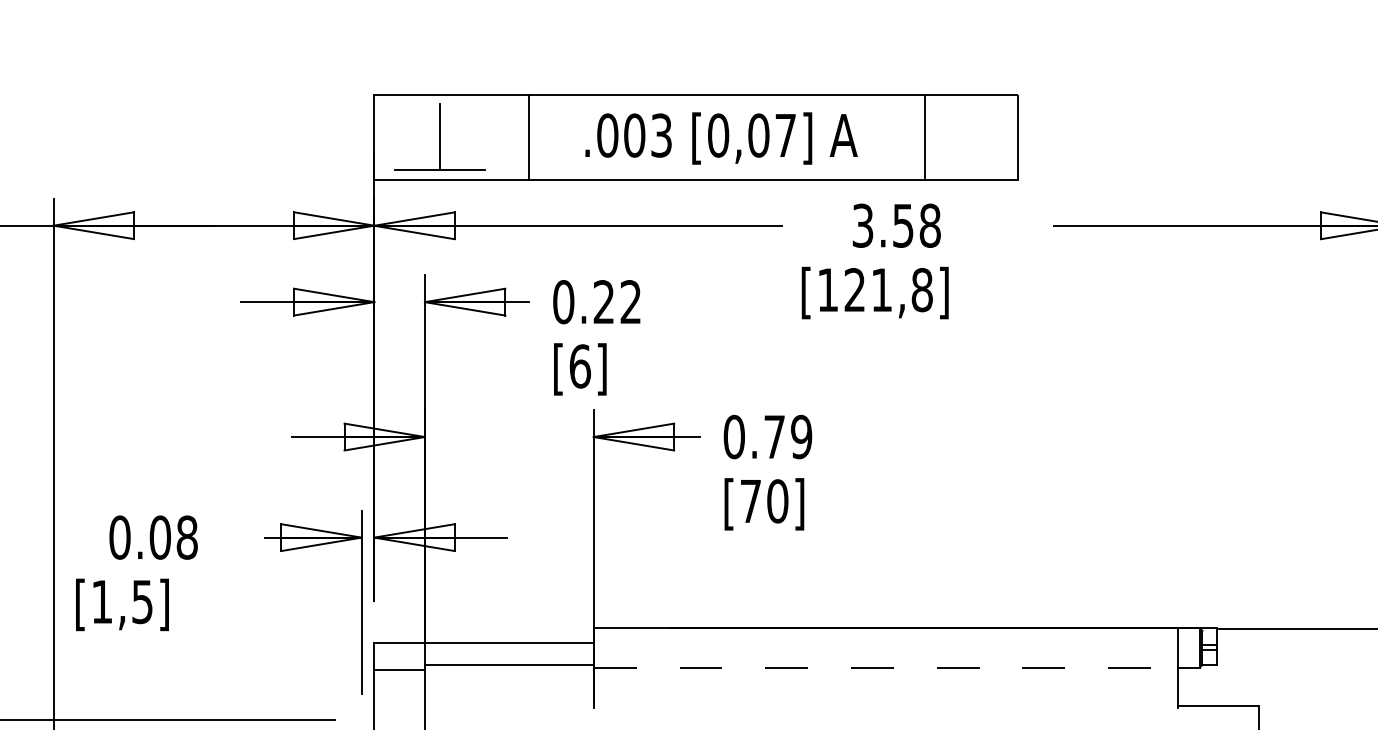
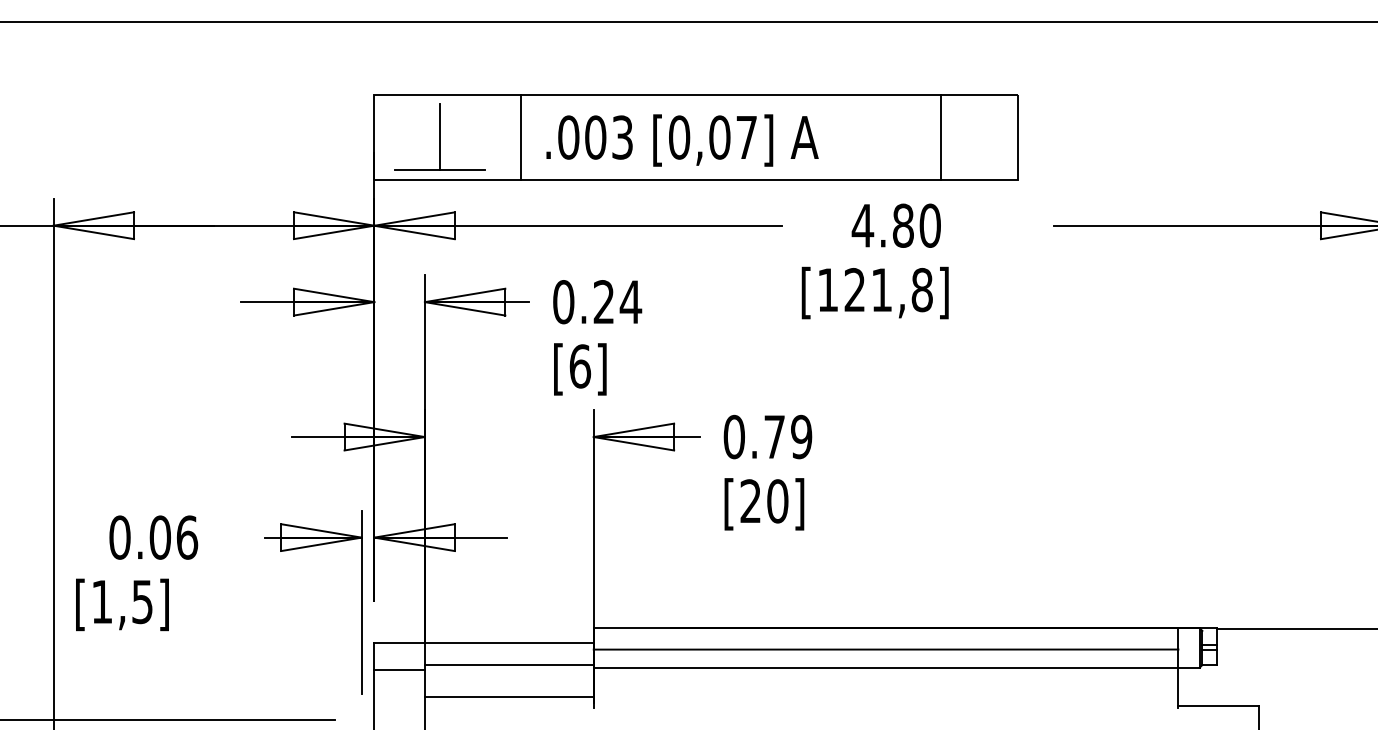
line at (688, 21): none -> present
line at (528, 137) position: (528, 137) -> (520, 137)
line at (924, 137) position: (924, 137) -> (940, 137)
text at (721, 138) position: (721, 138) -> (682, 140)
text at (895, 225): 3.58 -> 4.80
text at (630, 301): 0.22 -> 0.24
text at (750, 500): [70] -> [20]
text at (187, 537): 0.08 -> 0.06
line at (885, 649): none -> present
line at (886, 668): dashed -> solid
line at (508, 697): none -> present
